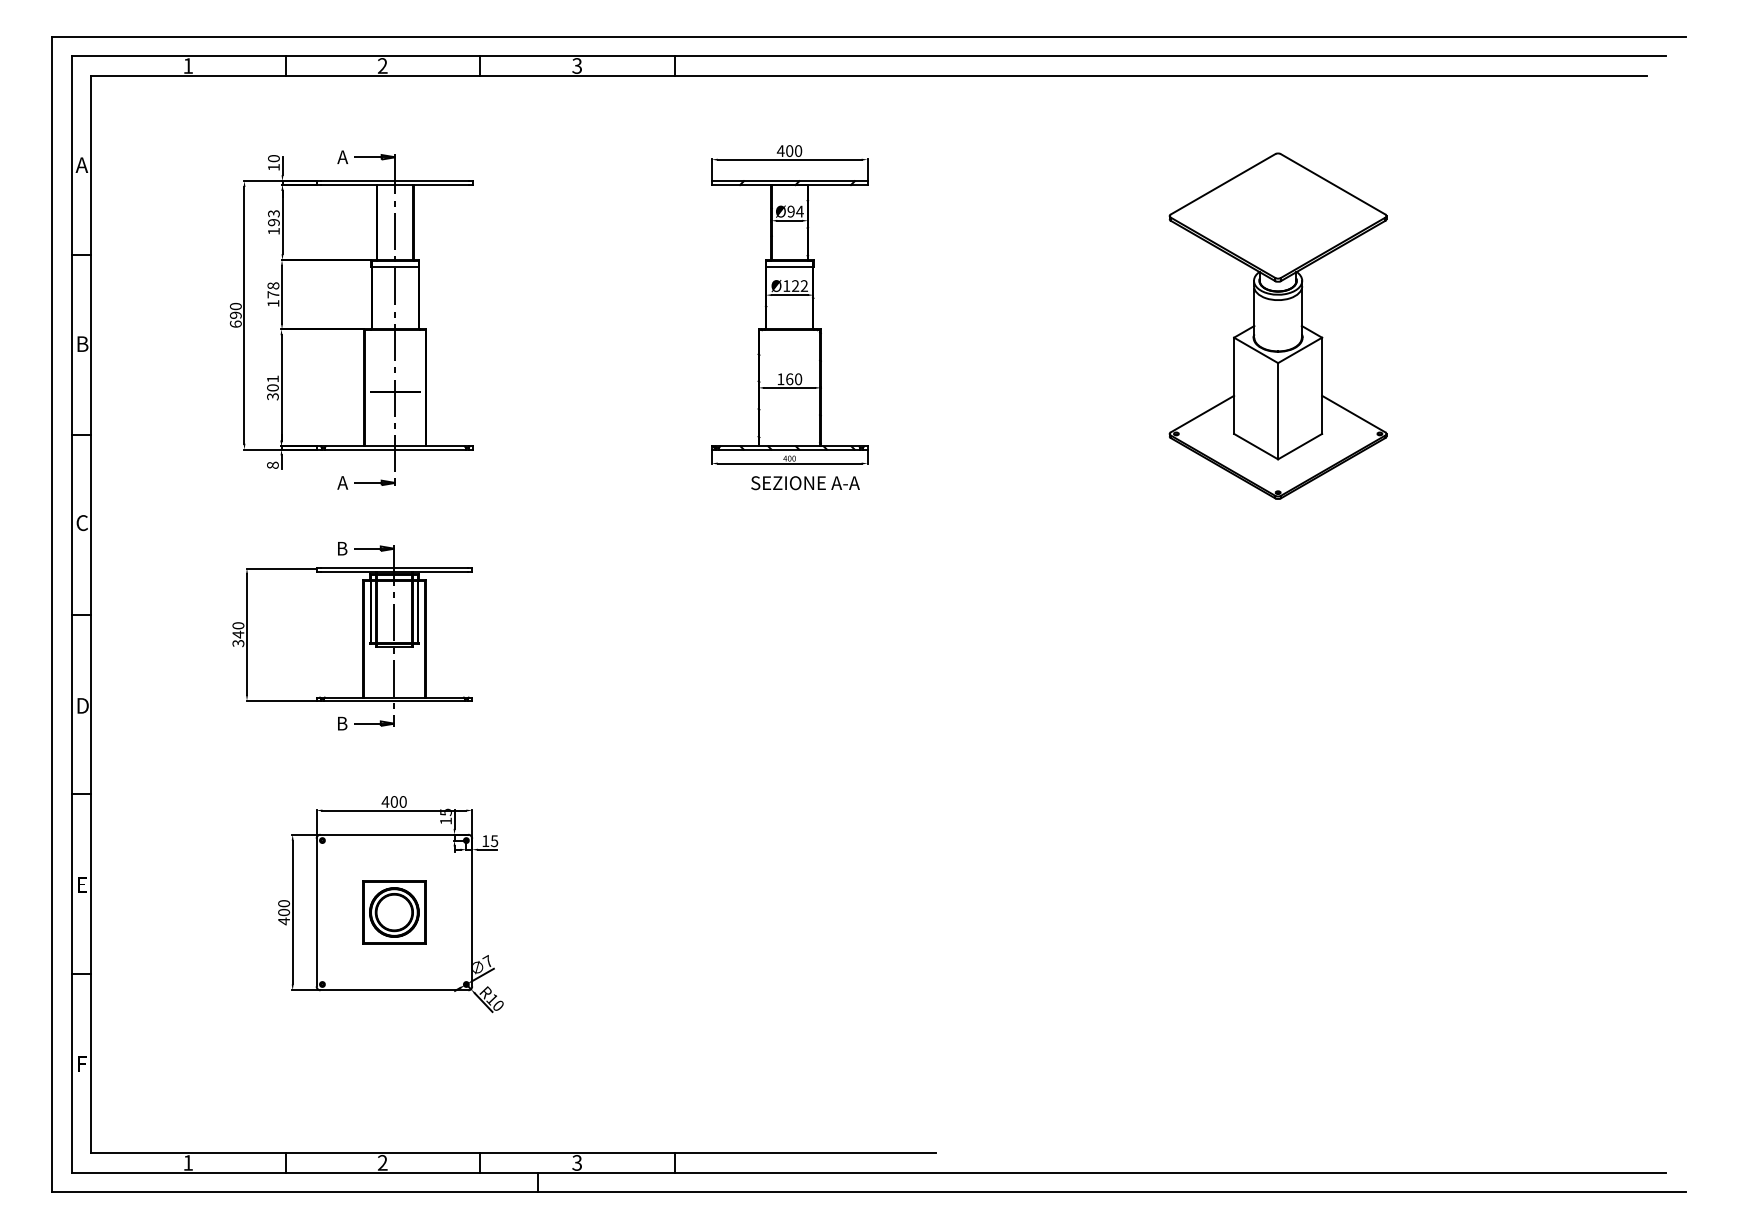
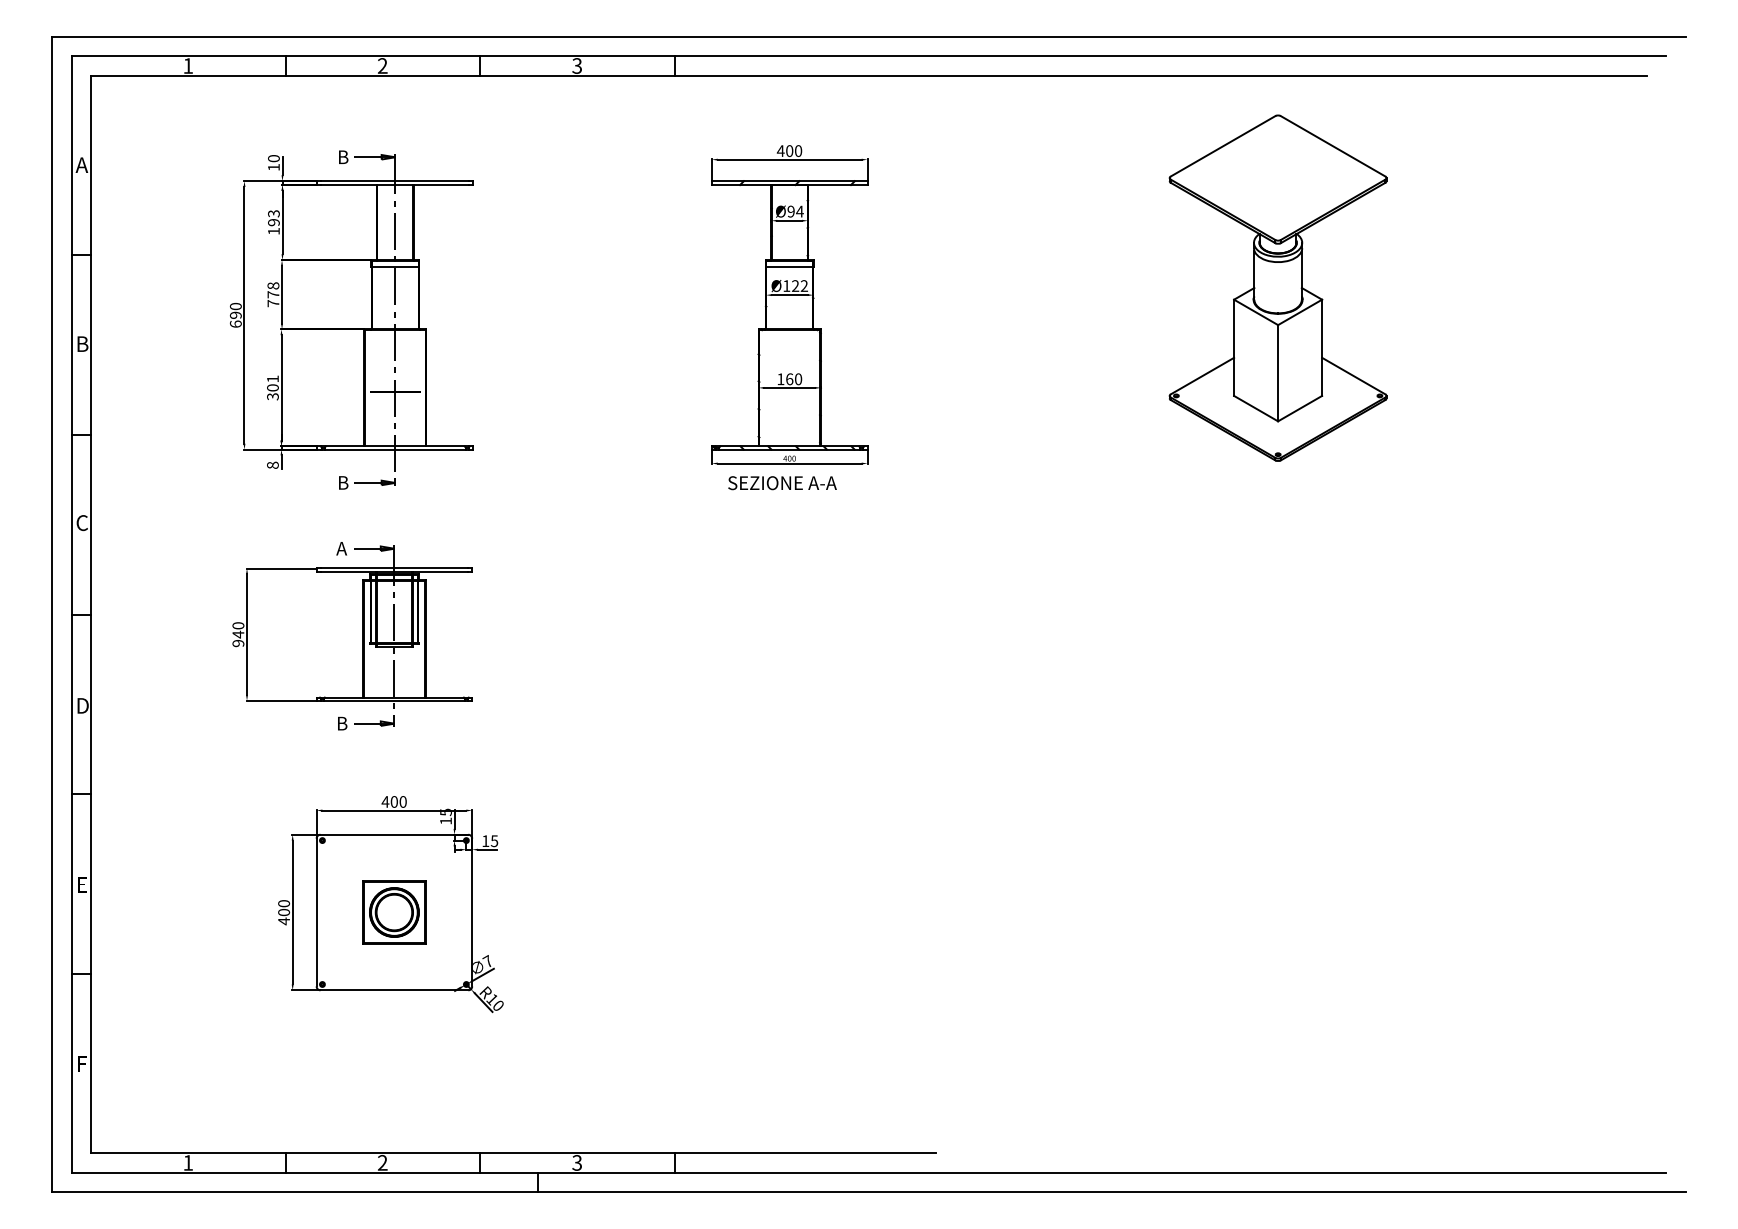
text at (342, 157): A -> B
text at (273, 303): 178 -> 778
part at (1277, 325) position: (1277, 325) -> (1277, 287)
text at (342, 482): A -> B
text at (805, 483) position: (805, 483) -> (782, 483)
text at (341, 548): B -> A
text at (238, 643): 340 -> 940
